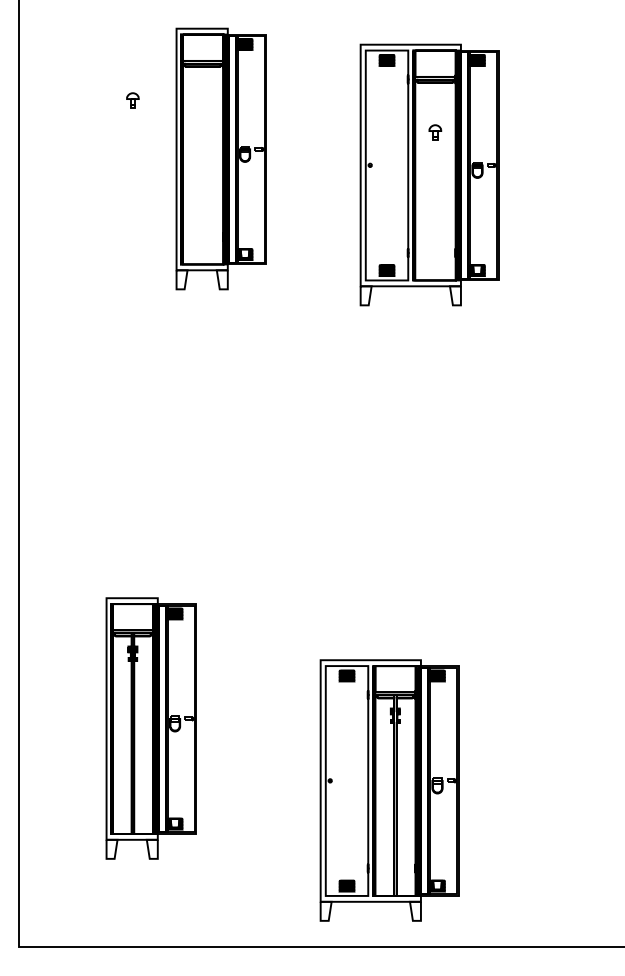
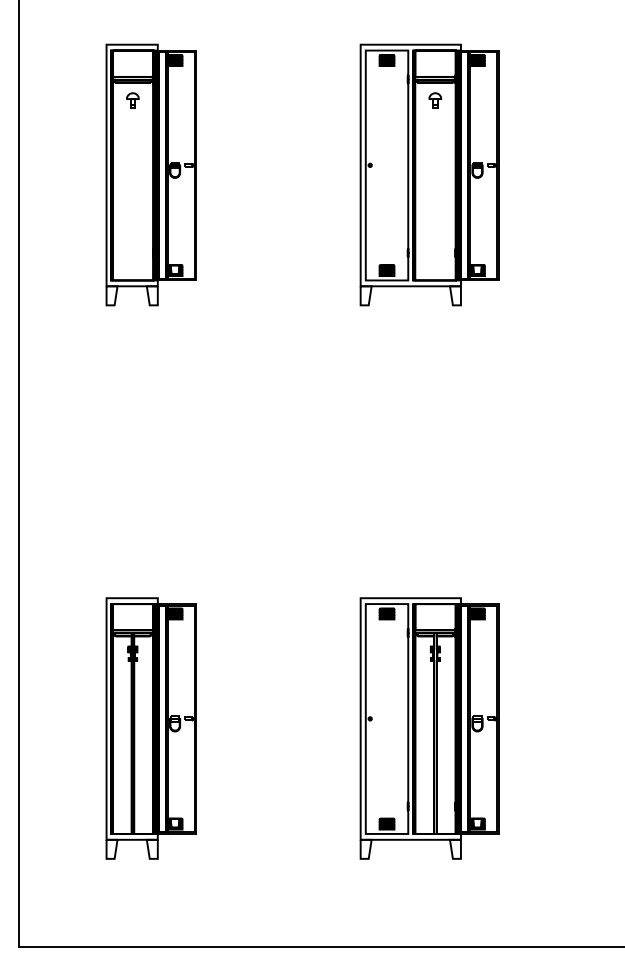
part at (435, 132) position: (435, 132) -> (435, 100)
part at (220, 158) position: (220, 158) -> (150, 174)
part at (389, 790) position: (389, 790) -> (429, 728)
